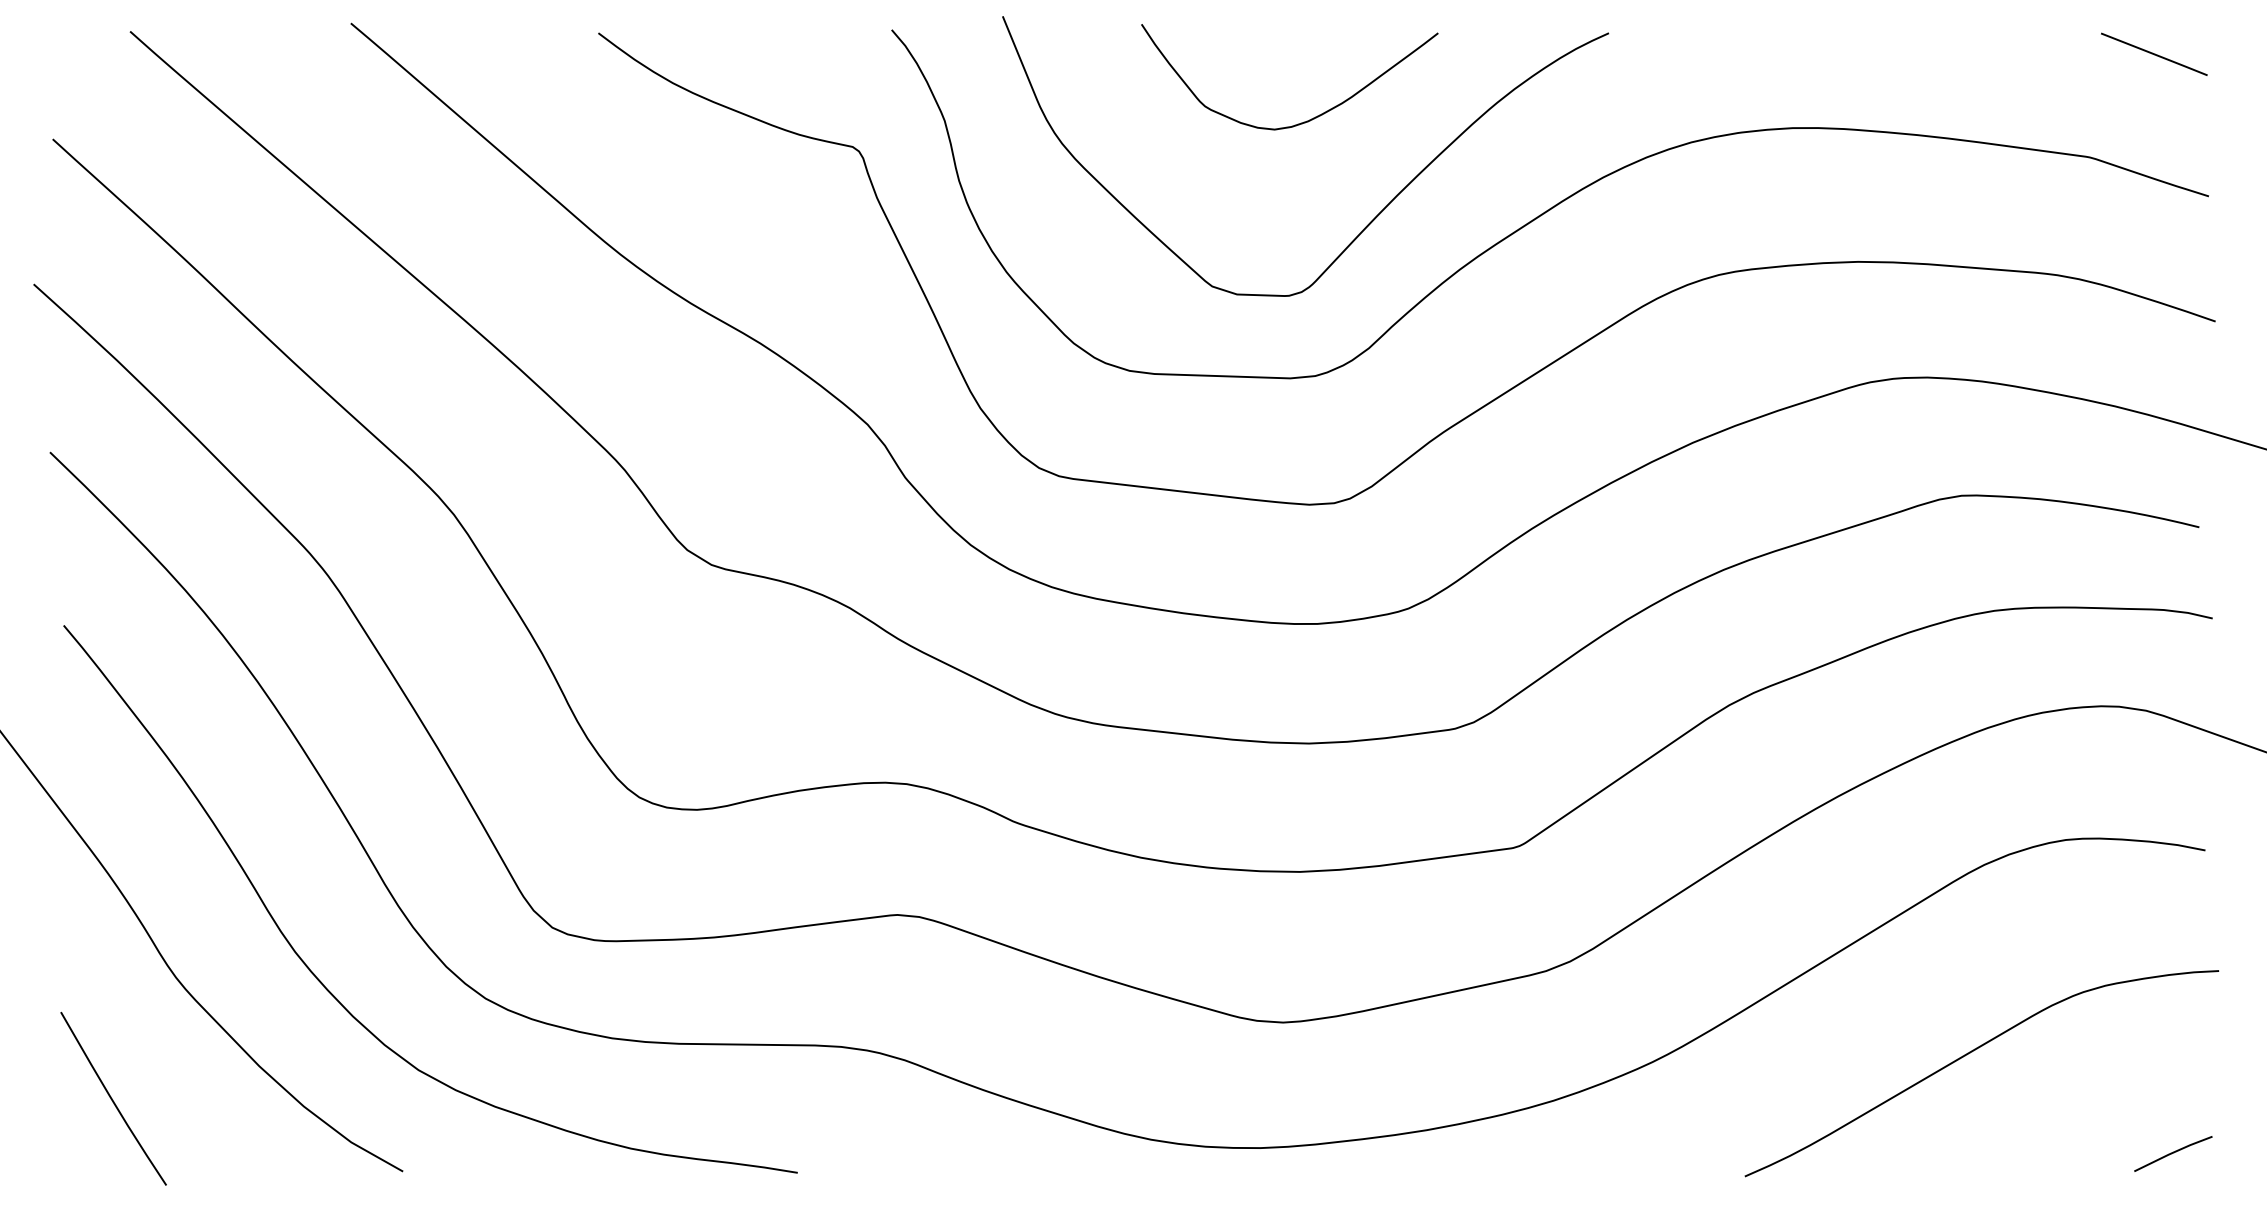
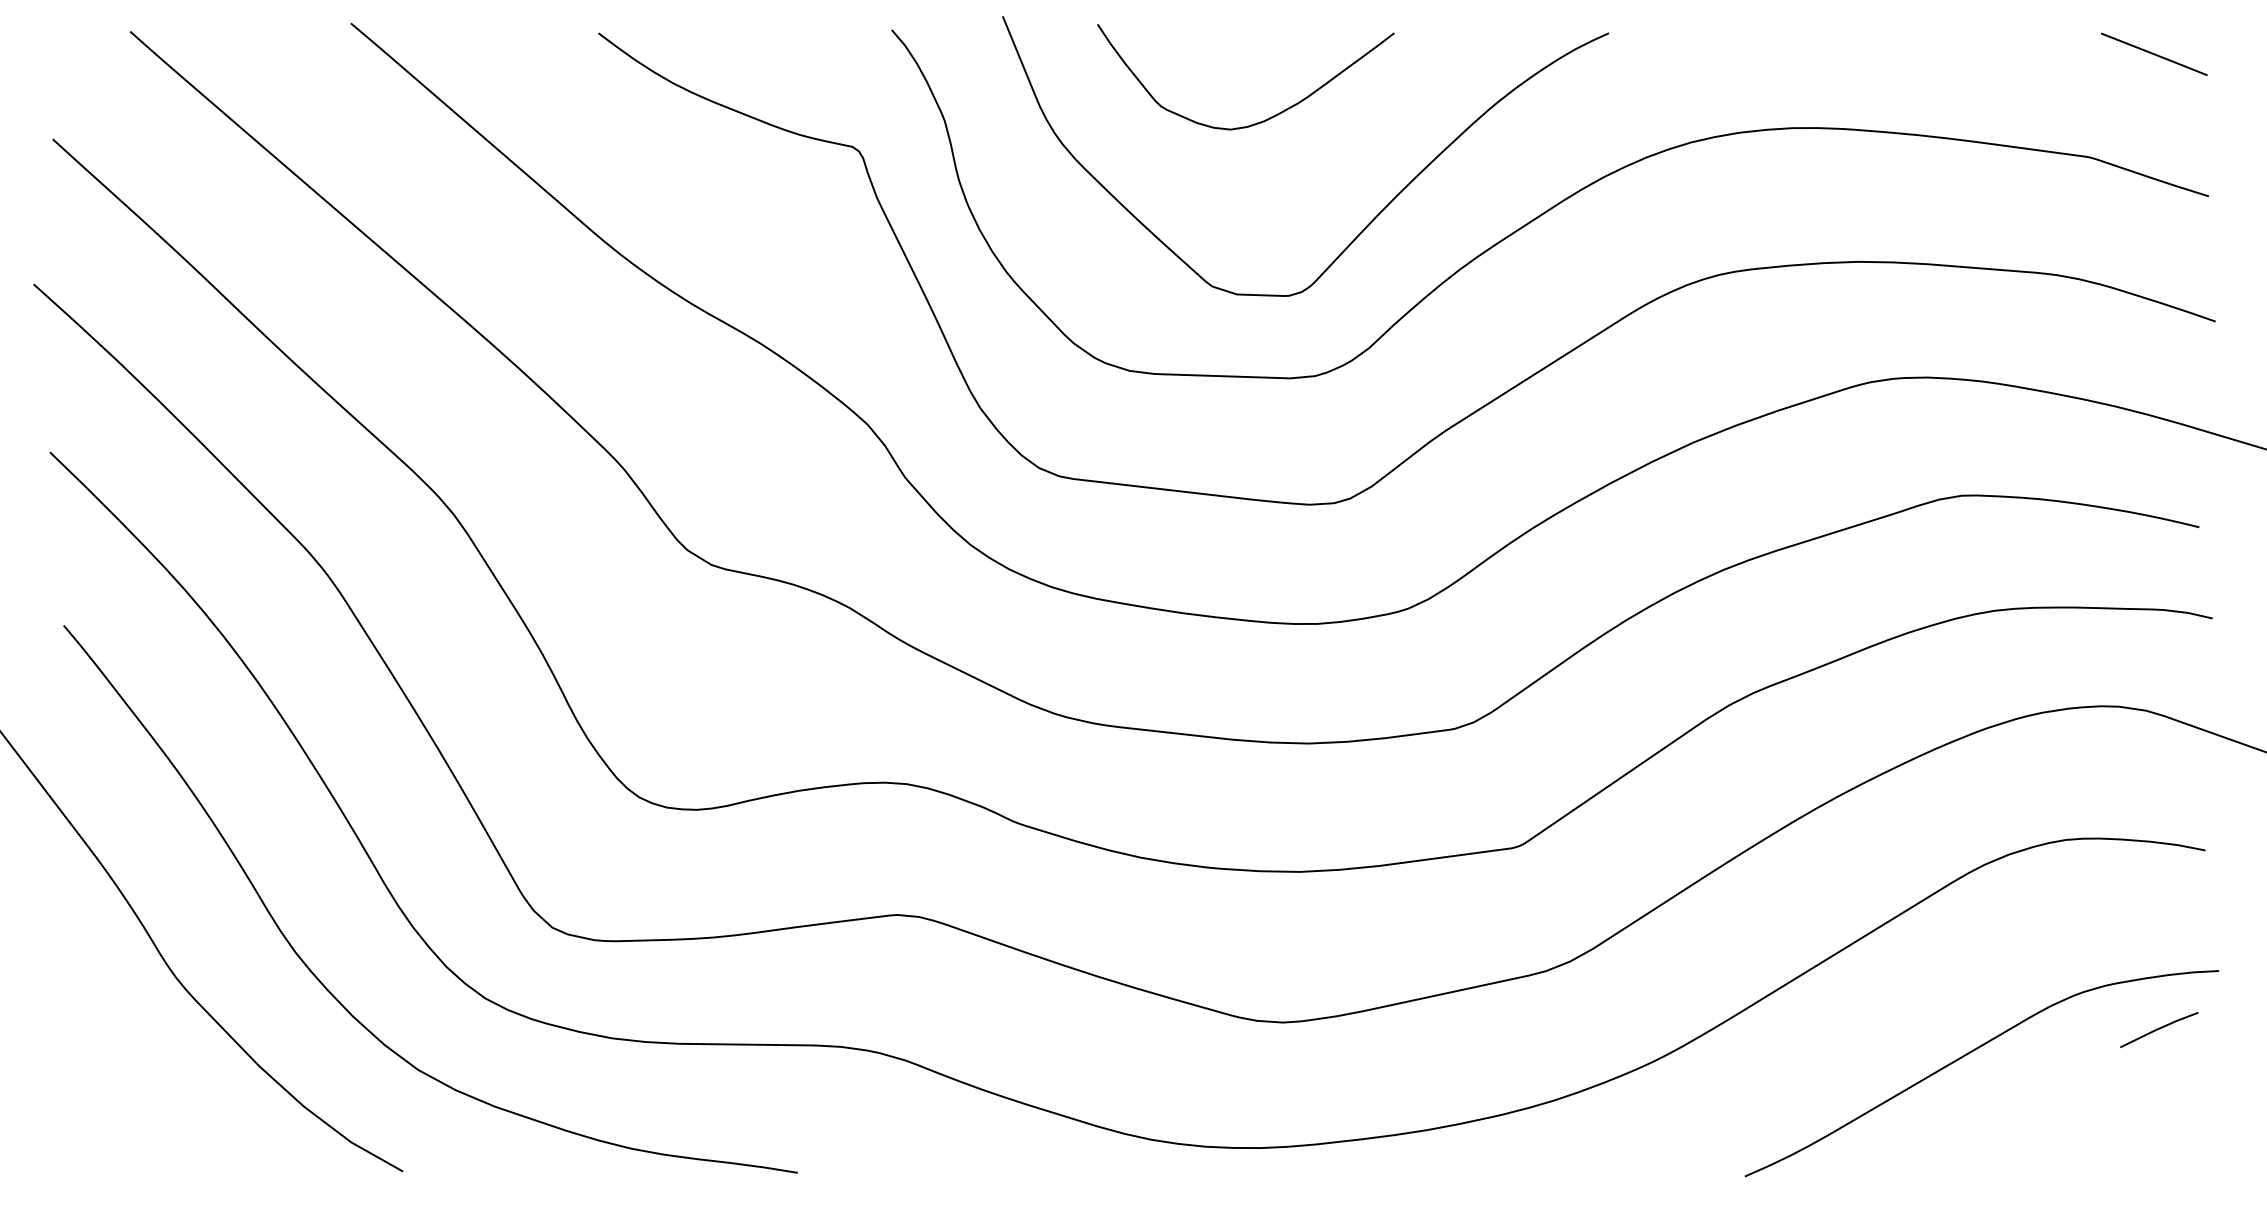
curve at (1304, 121) position: (1304, 121) -> (1260, 121)
curve at (112, 1098): present -> none
line at (2173, 1153) position: (2173, 1153) -> (2159, 1029)
